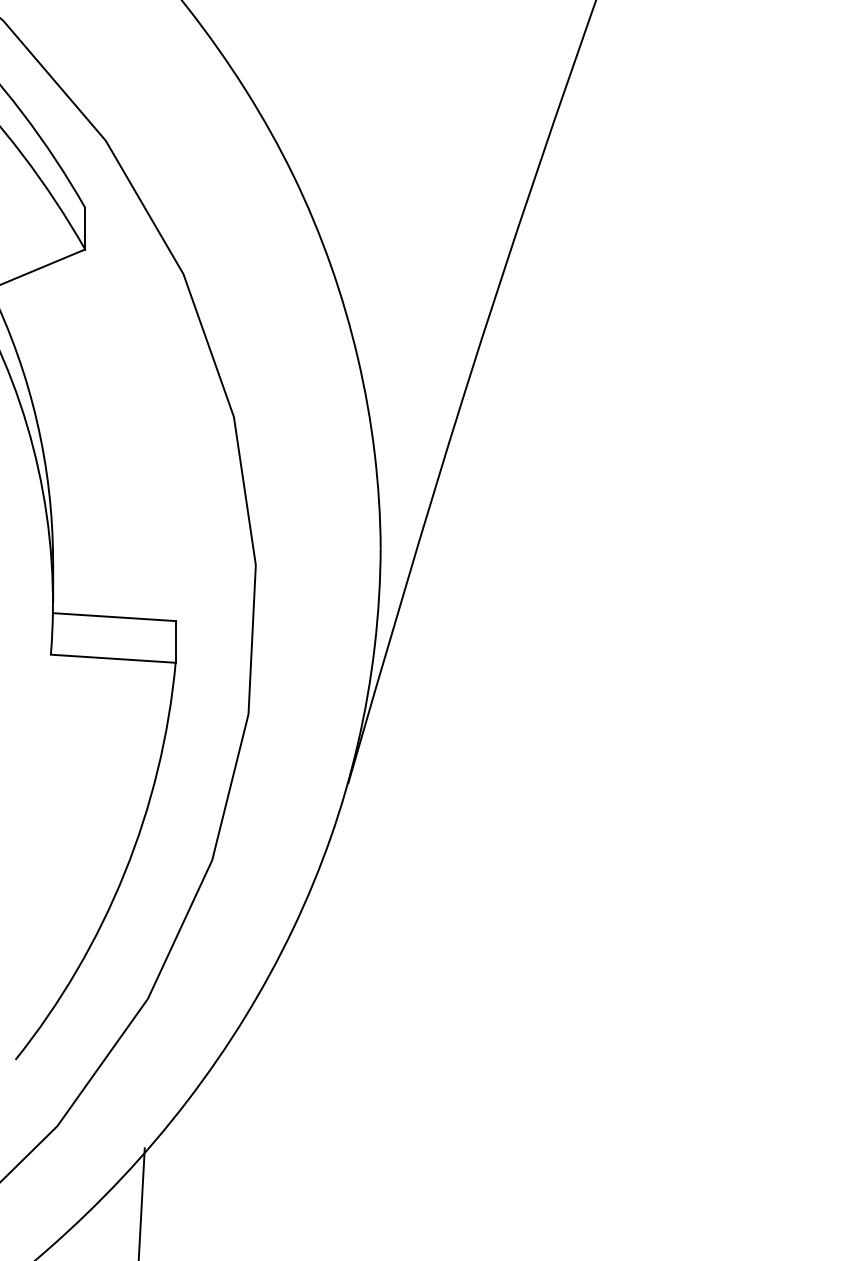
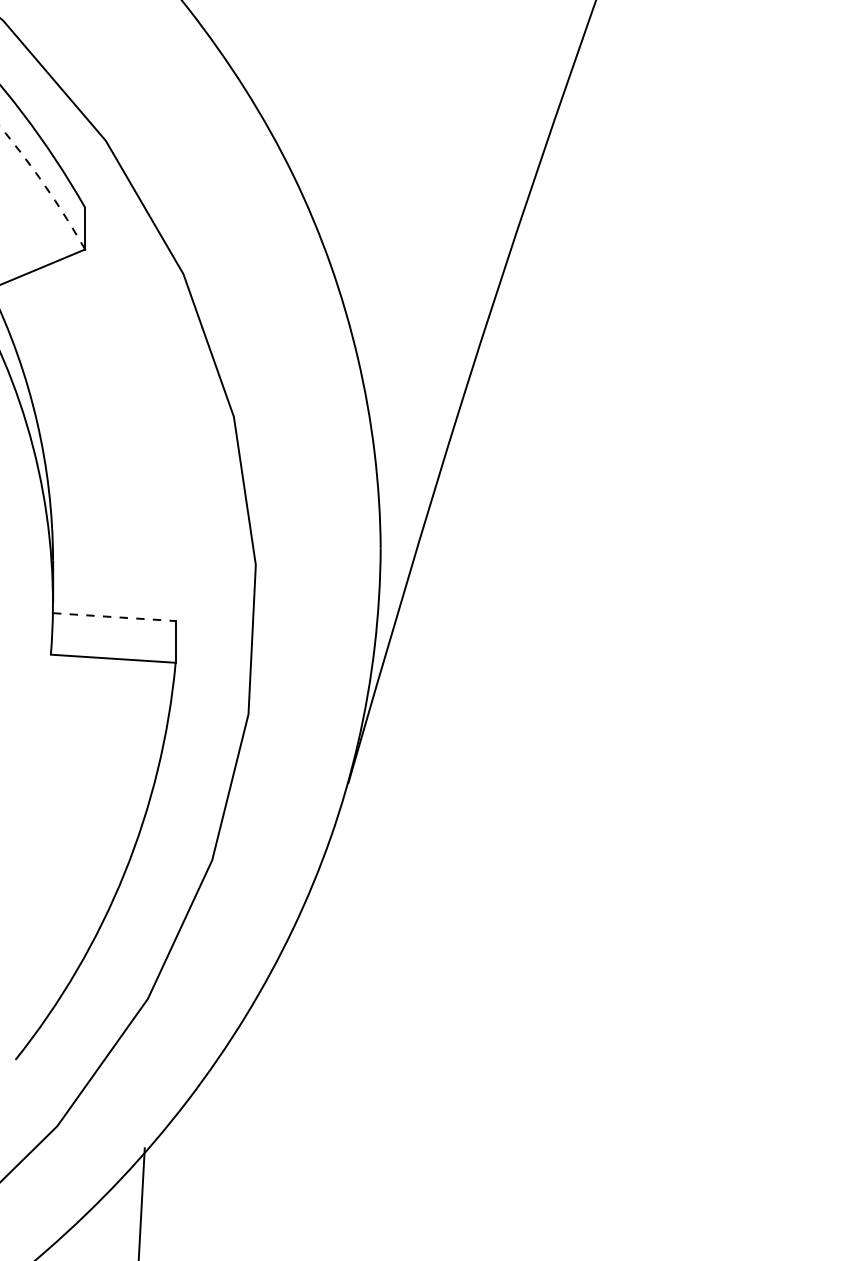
arc at (44, 185): solid -> dashed
line at (114, 617): solid -> dashed
